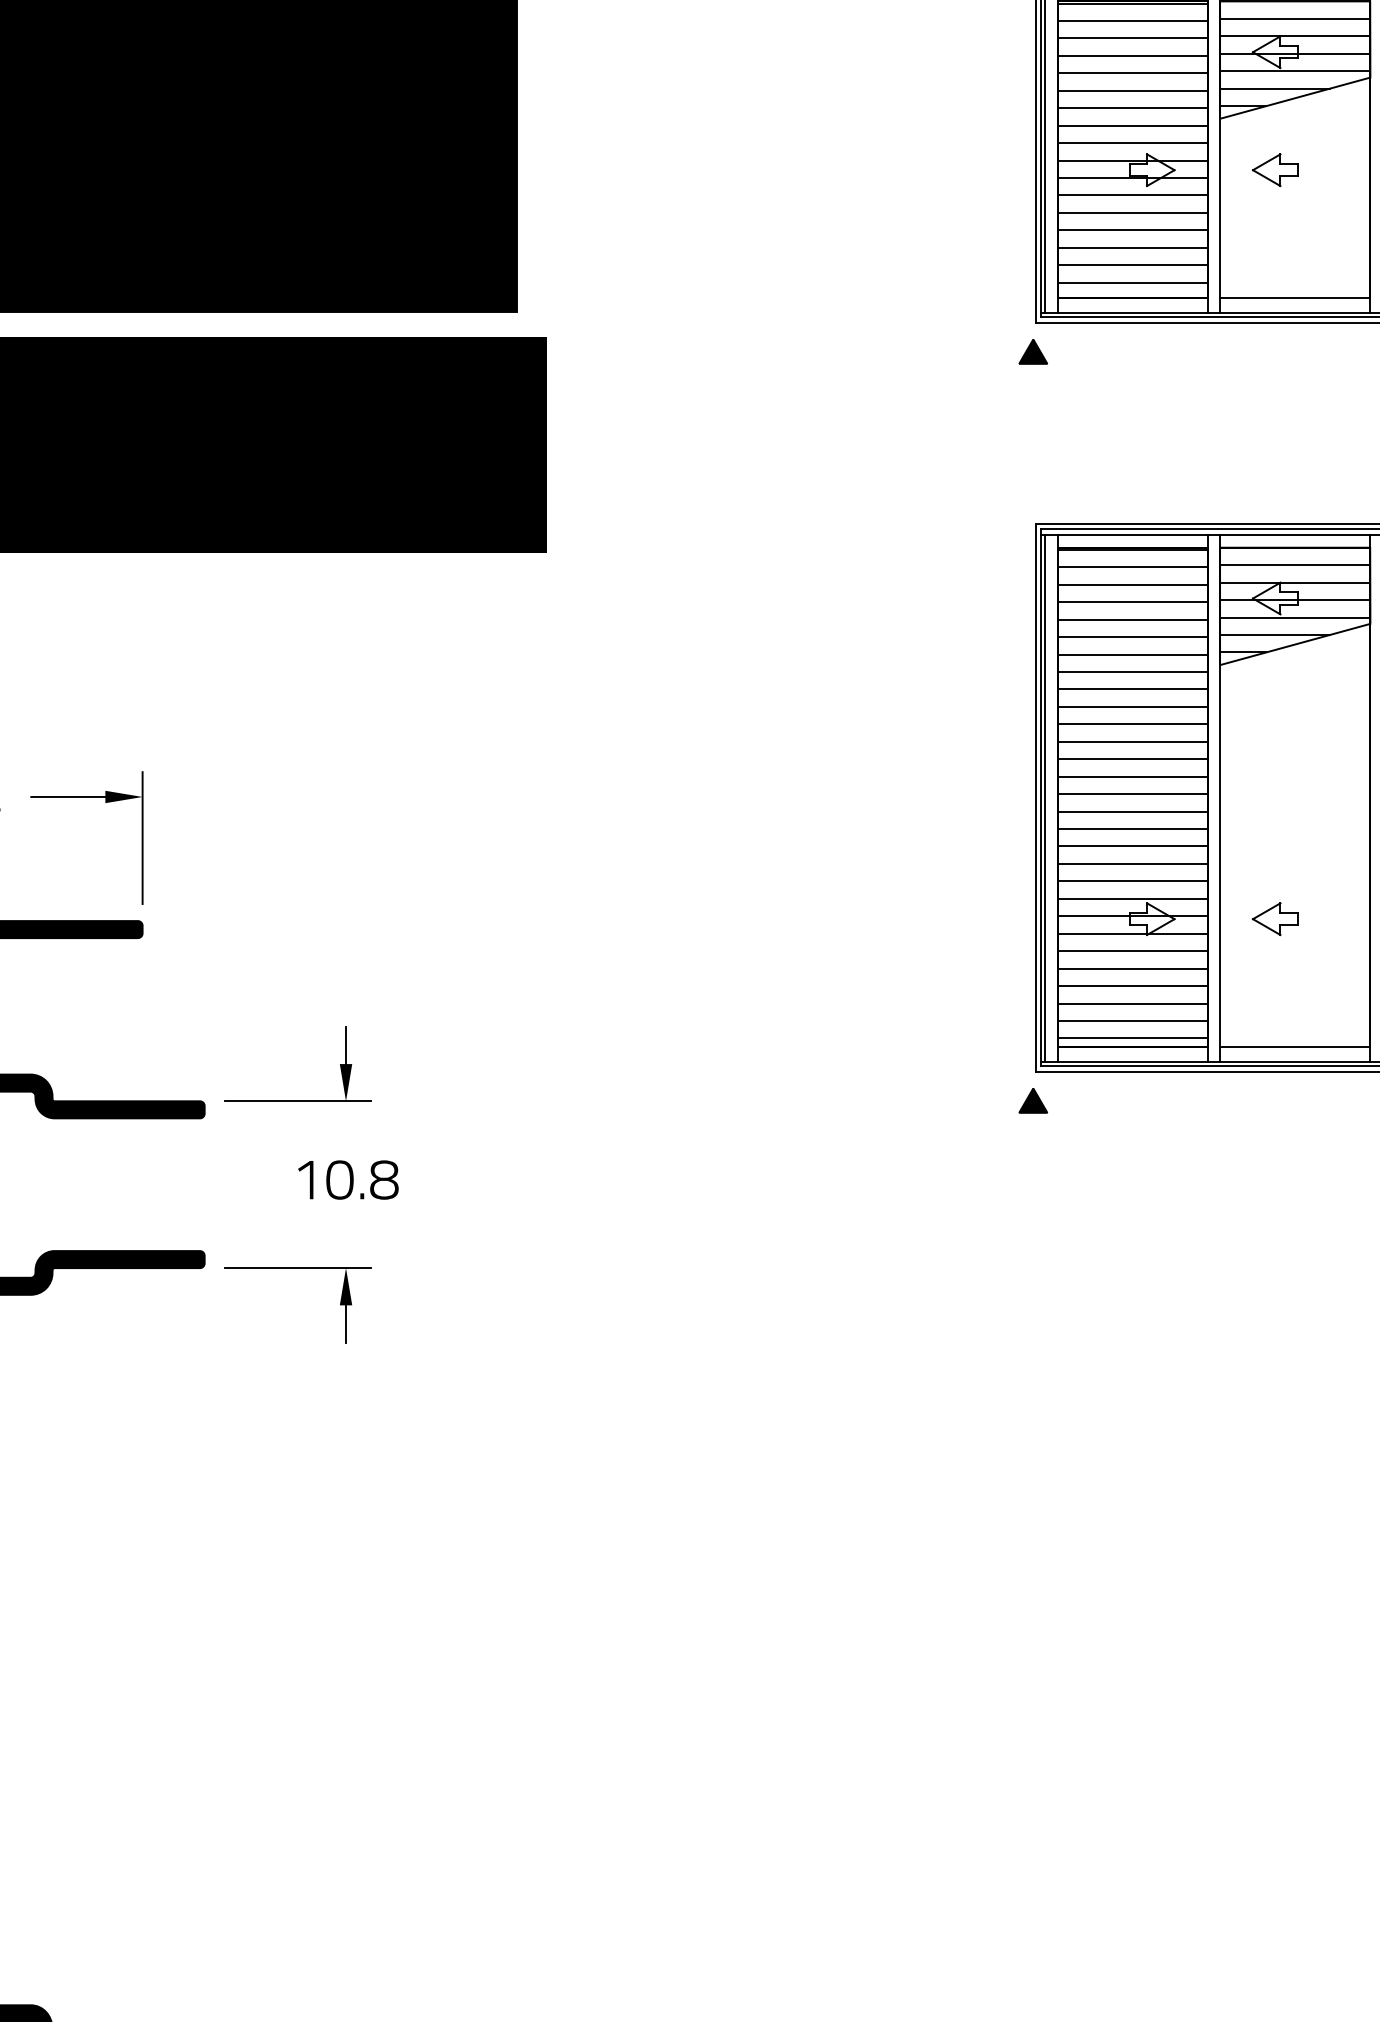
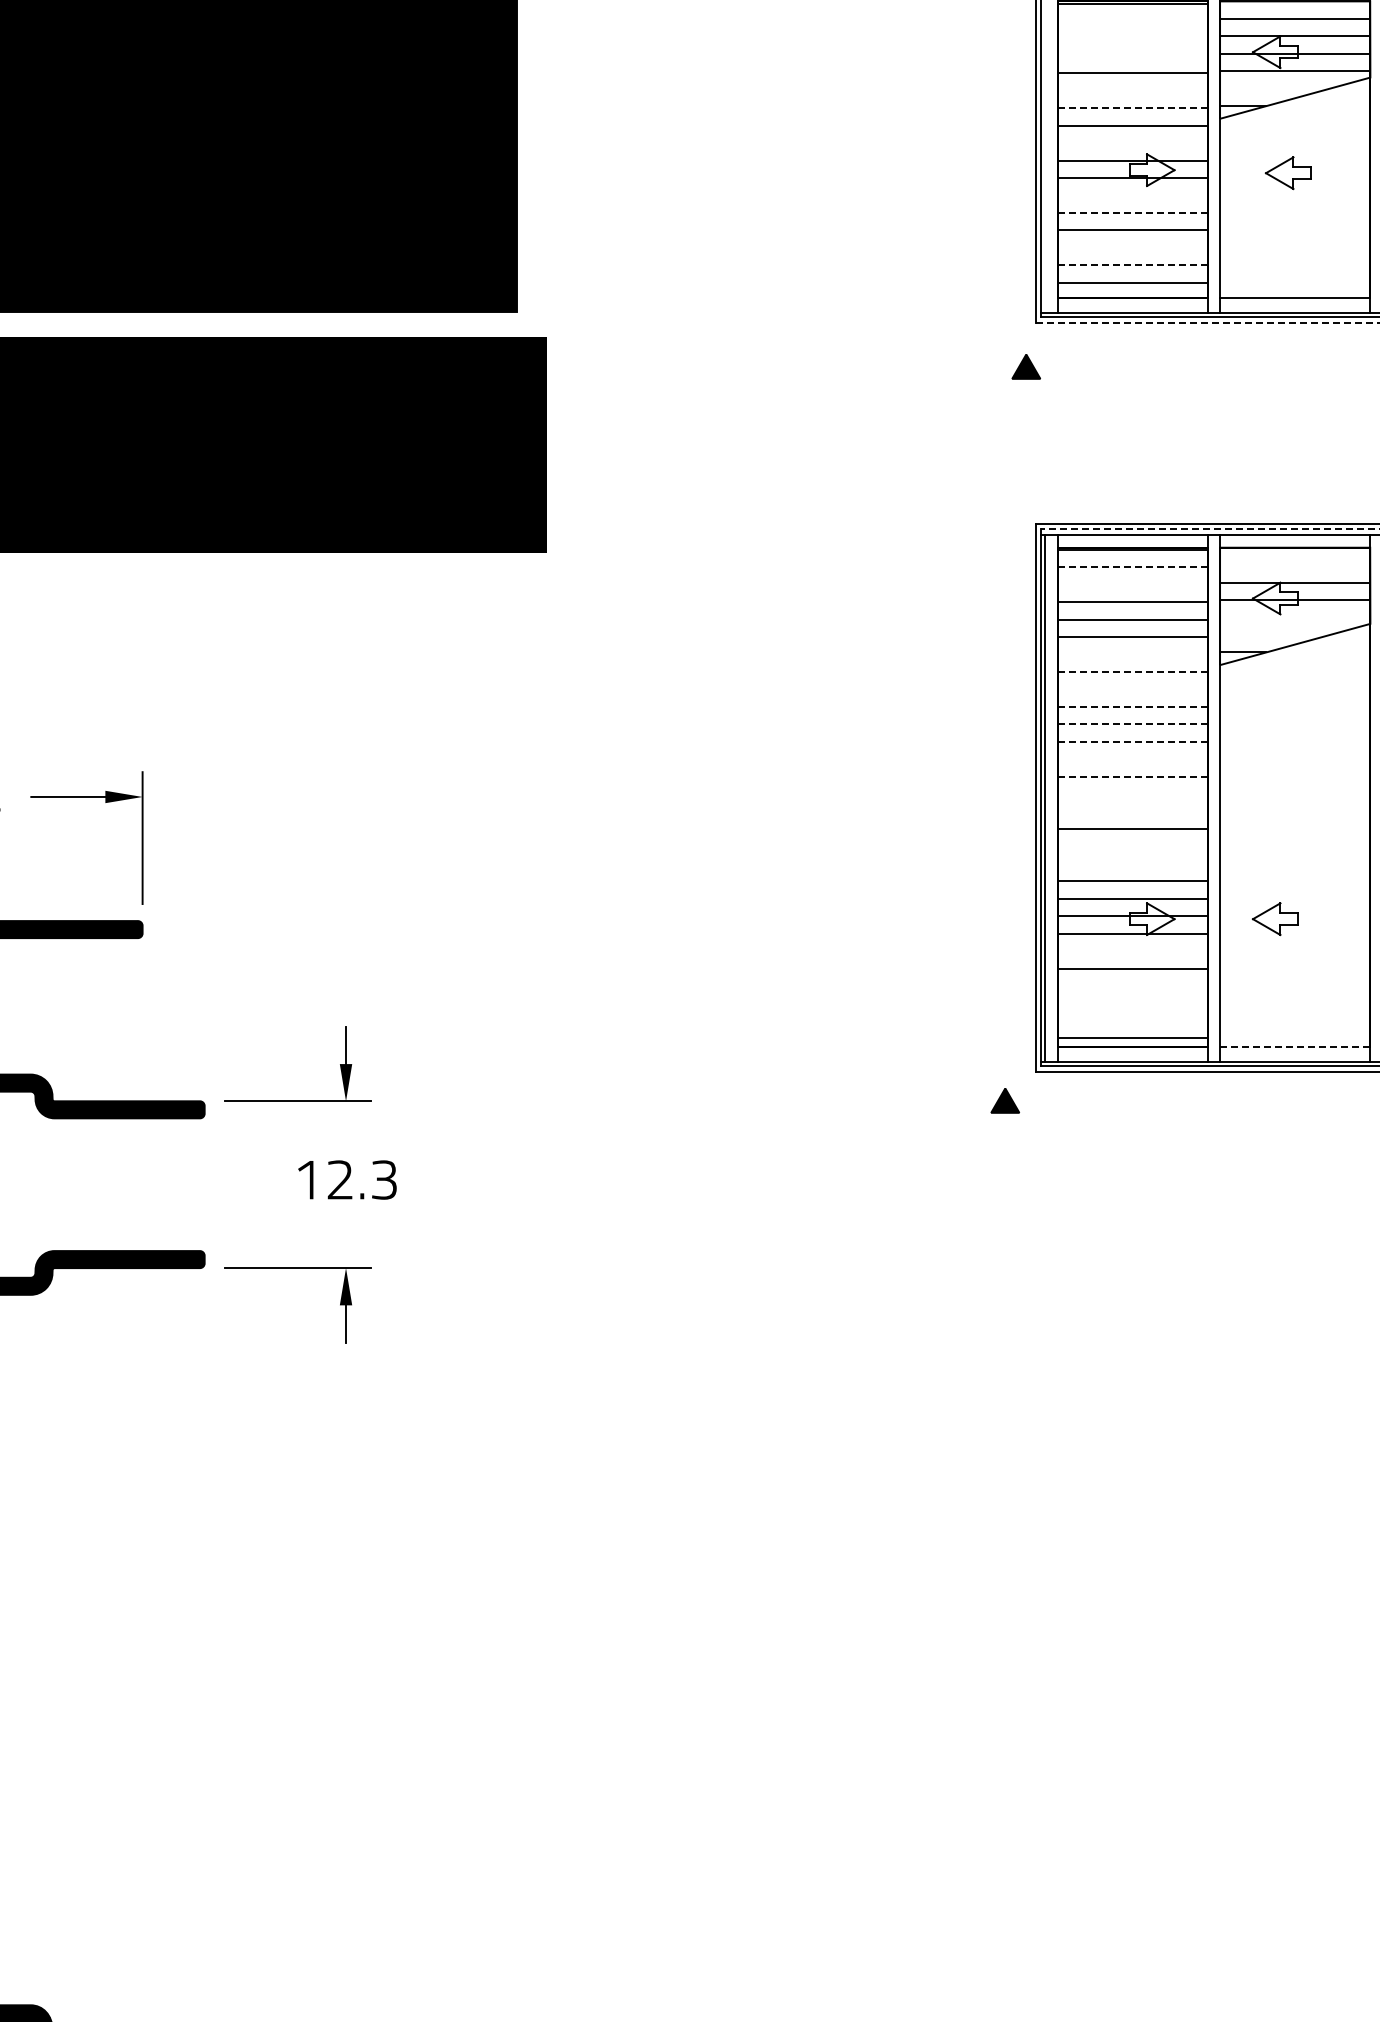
line at (1132, 20): present -> none
line at (1132, 38): present -> none
line at (1132, 55): present -> none
line at (1275, 88): present -> none
line at (1132, 90): present -> none
line at (1132, 108): solid -> dashed
line at (1132, 143): present -> none
line at (1045, 157): present -> none
part at (1274, 170) position: (1274, 170) -> (1287, 173)
line at (1132, 195): present -> none
line at (1132, 212): solid -> dashed
line at (1132, 247): present -> none
line at (1132, 265): solid -> dashed
line at (1207, 322): solid -> dashed
part at (1032, 351) position: (1032, 351) -> (1025, 366)
line at (1209, 529): solid -> dashed
line at (1295, 565): present -> none
line at (1132, 567): solid -> dashed
line at (1132, 584): present -> none
line at (1295, 617): present -> none
line at (1275, 634): present -> none
line at (1132, 654): present -> none
line at (1132, 671): solid -> dashed
line at (1132, 689): present -> none
line at (1132, 706): solid -> dashed
line at (1132, 724): solid -> dashed
line at (1132, 741): solid -> dashed
line at (1132, 759): present -> none
line at (1132, 776): solid -> dashed
line at (1132, 794): present -> none
line at (1132, 811): present -> none
line at (1132, 846): present -> none
line at (1132, 863): present -> none
line at (1132, 951): present -> none
line at (1132, 986): present -> none
line at (1132, 1003): present -> none
line at (1132, 1020): present -> none
line at (1294, 1046): solid -> dashed
part at (1032, 1100) position: (1032, 1100) -> (1004, 1100)
text at (362, 1179): 10.8 -> 12.3
